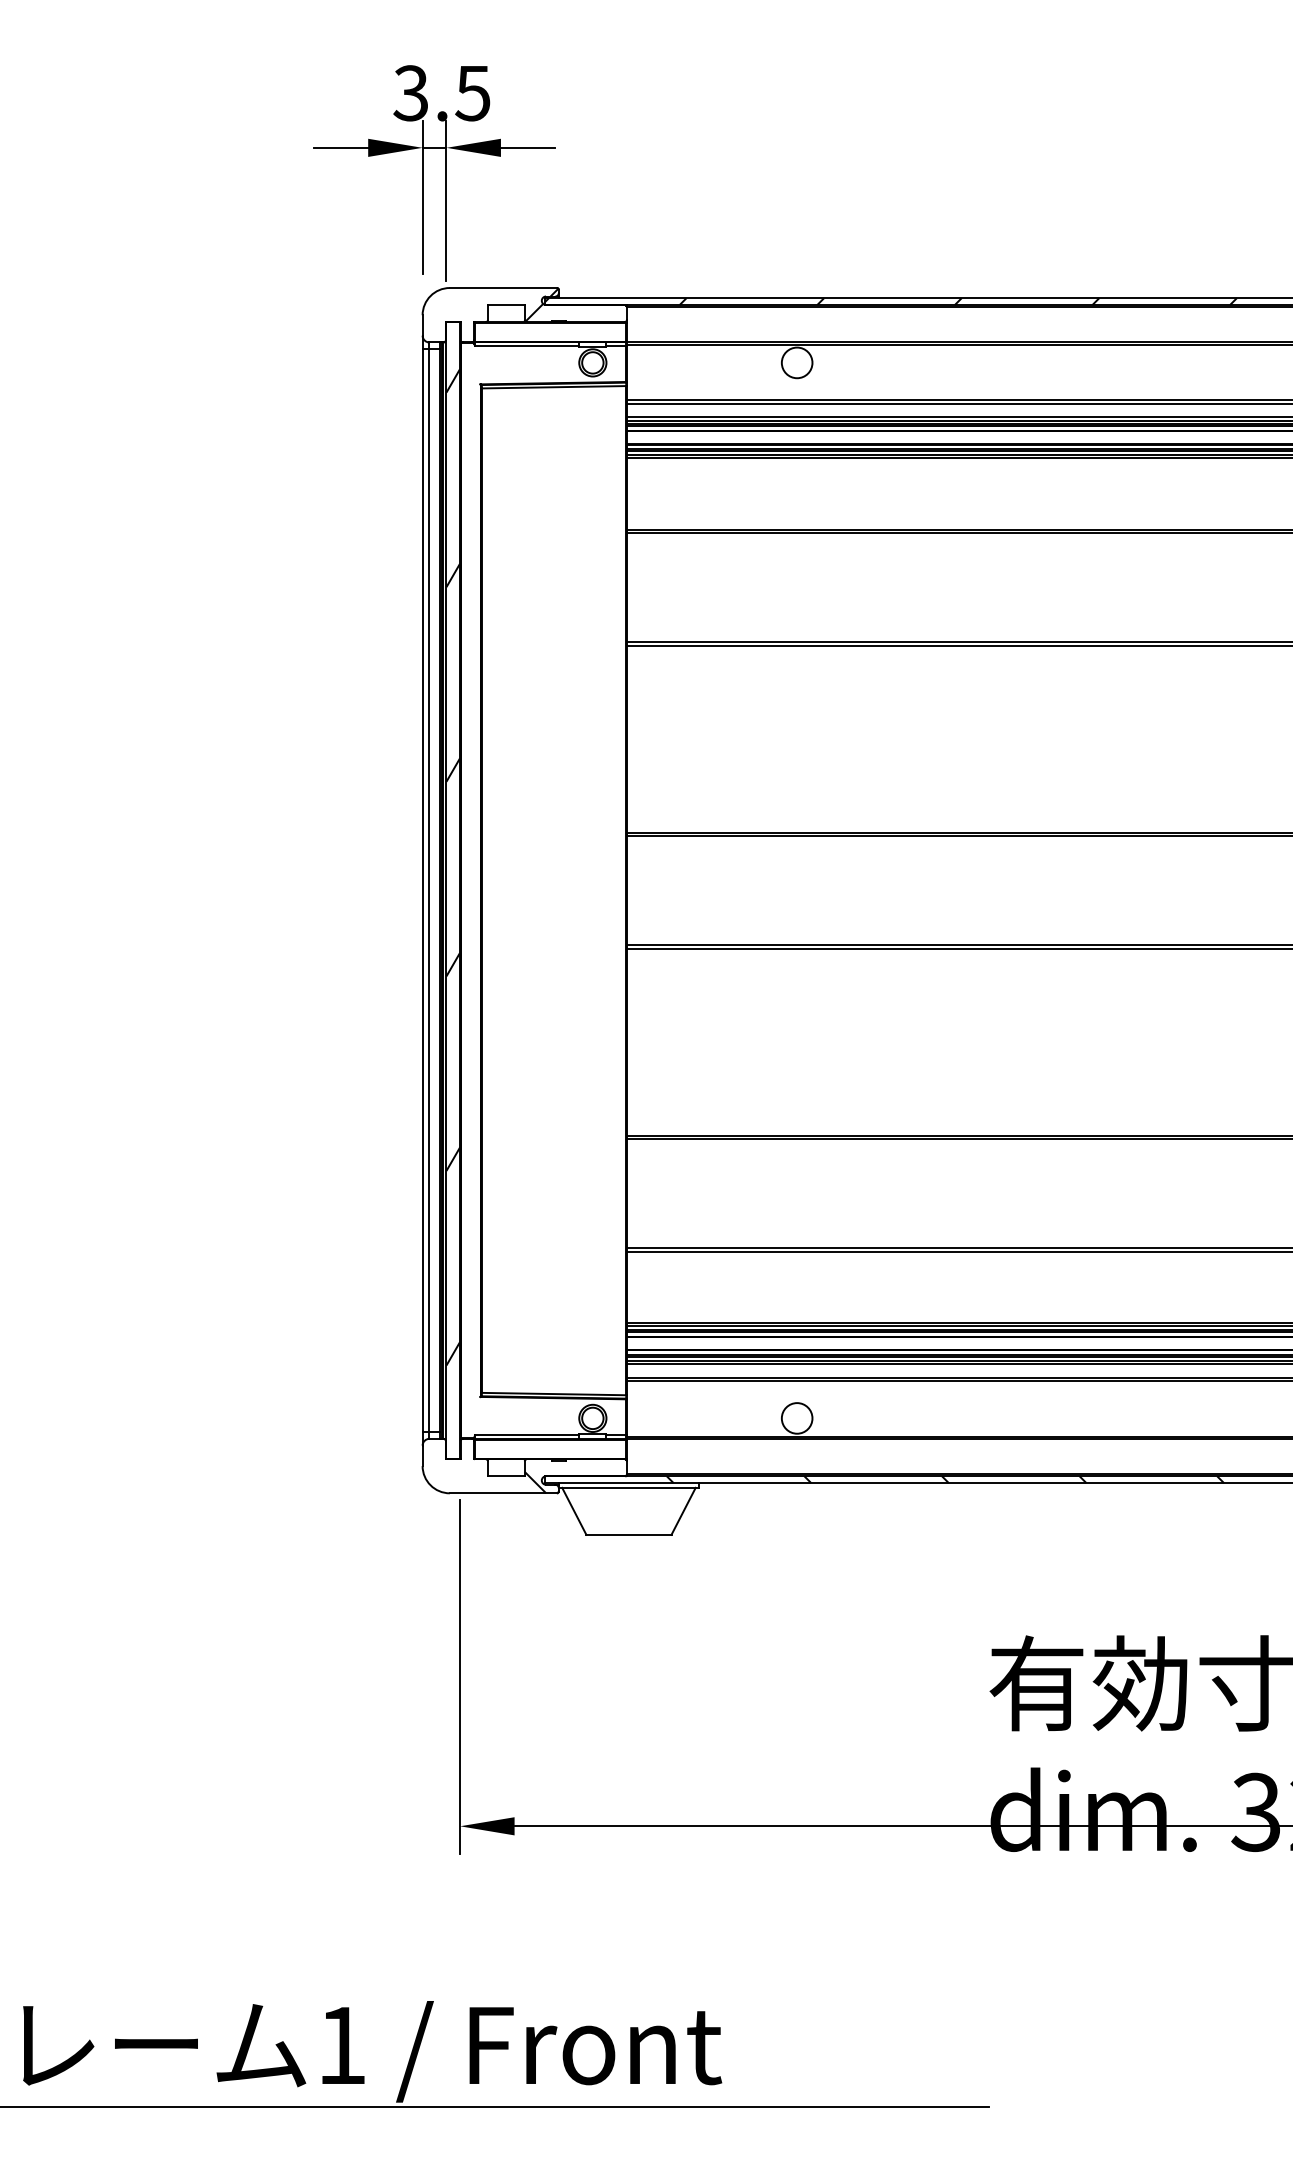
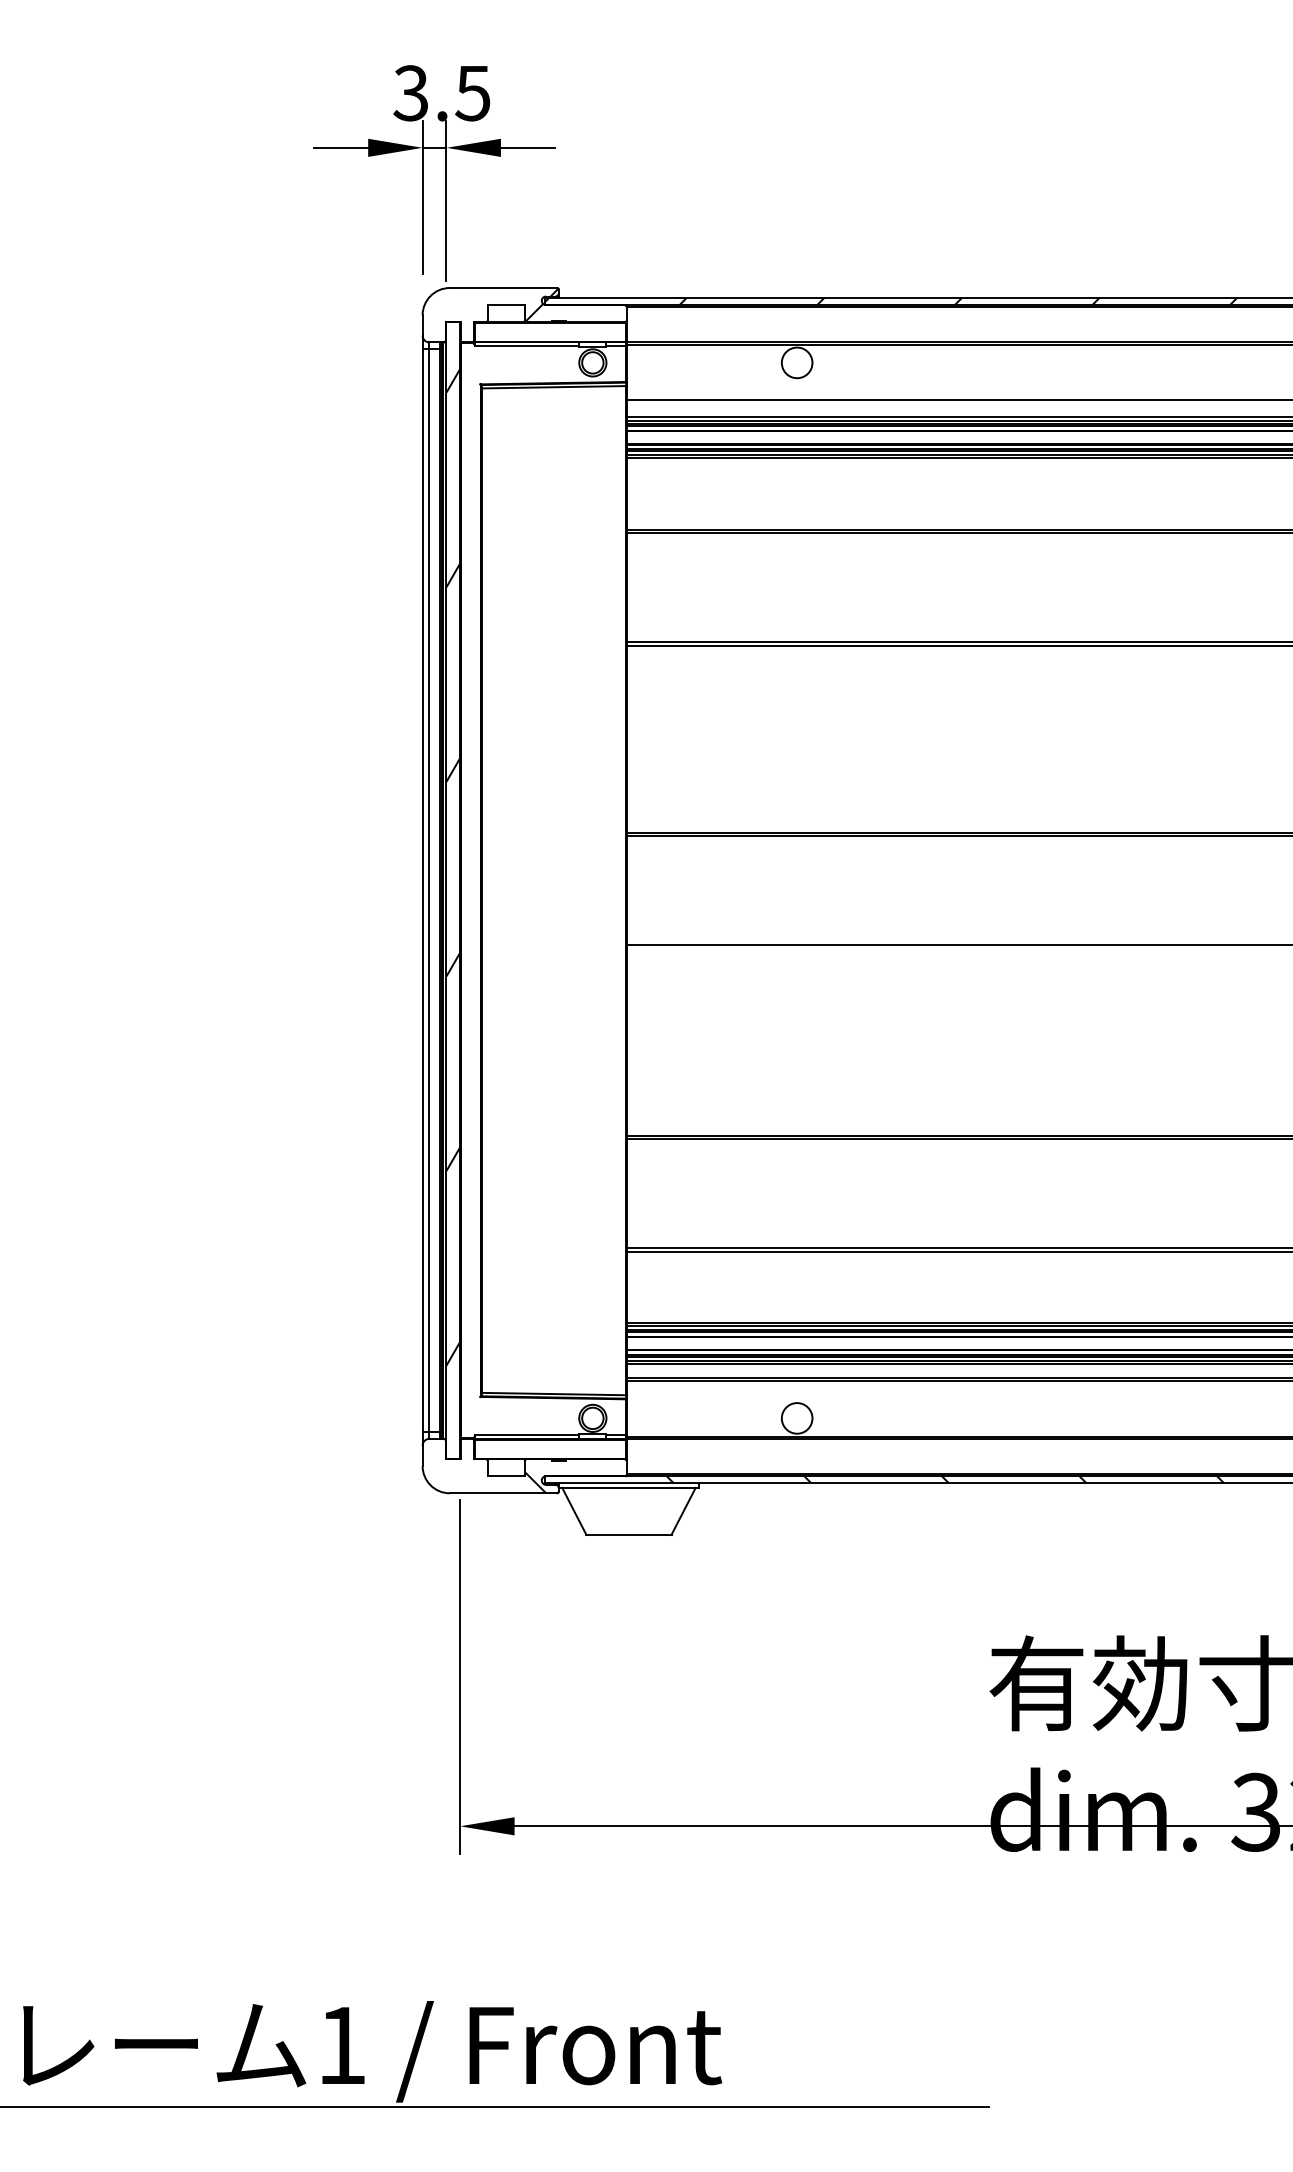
line at (957, 403): present -> none
line at (957, 948): present -> none
